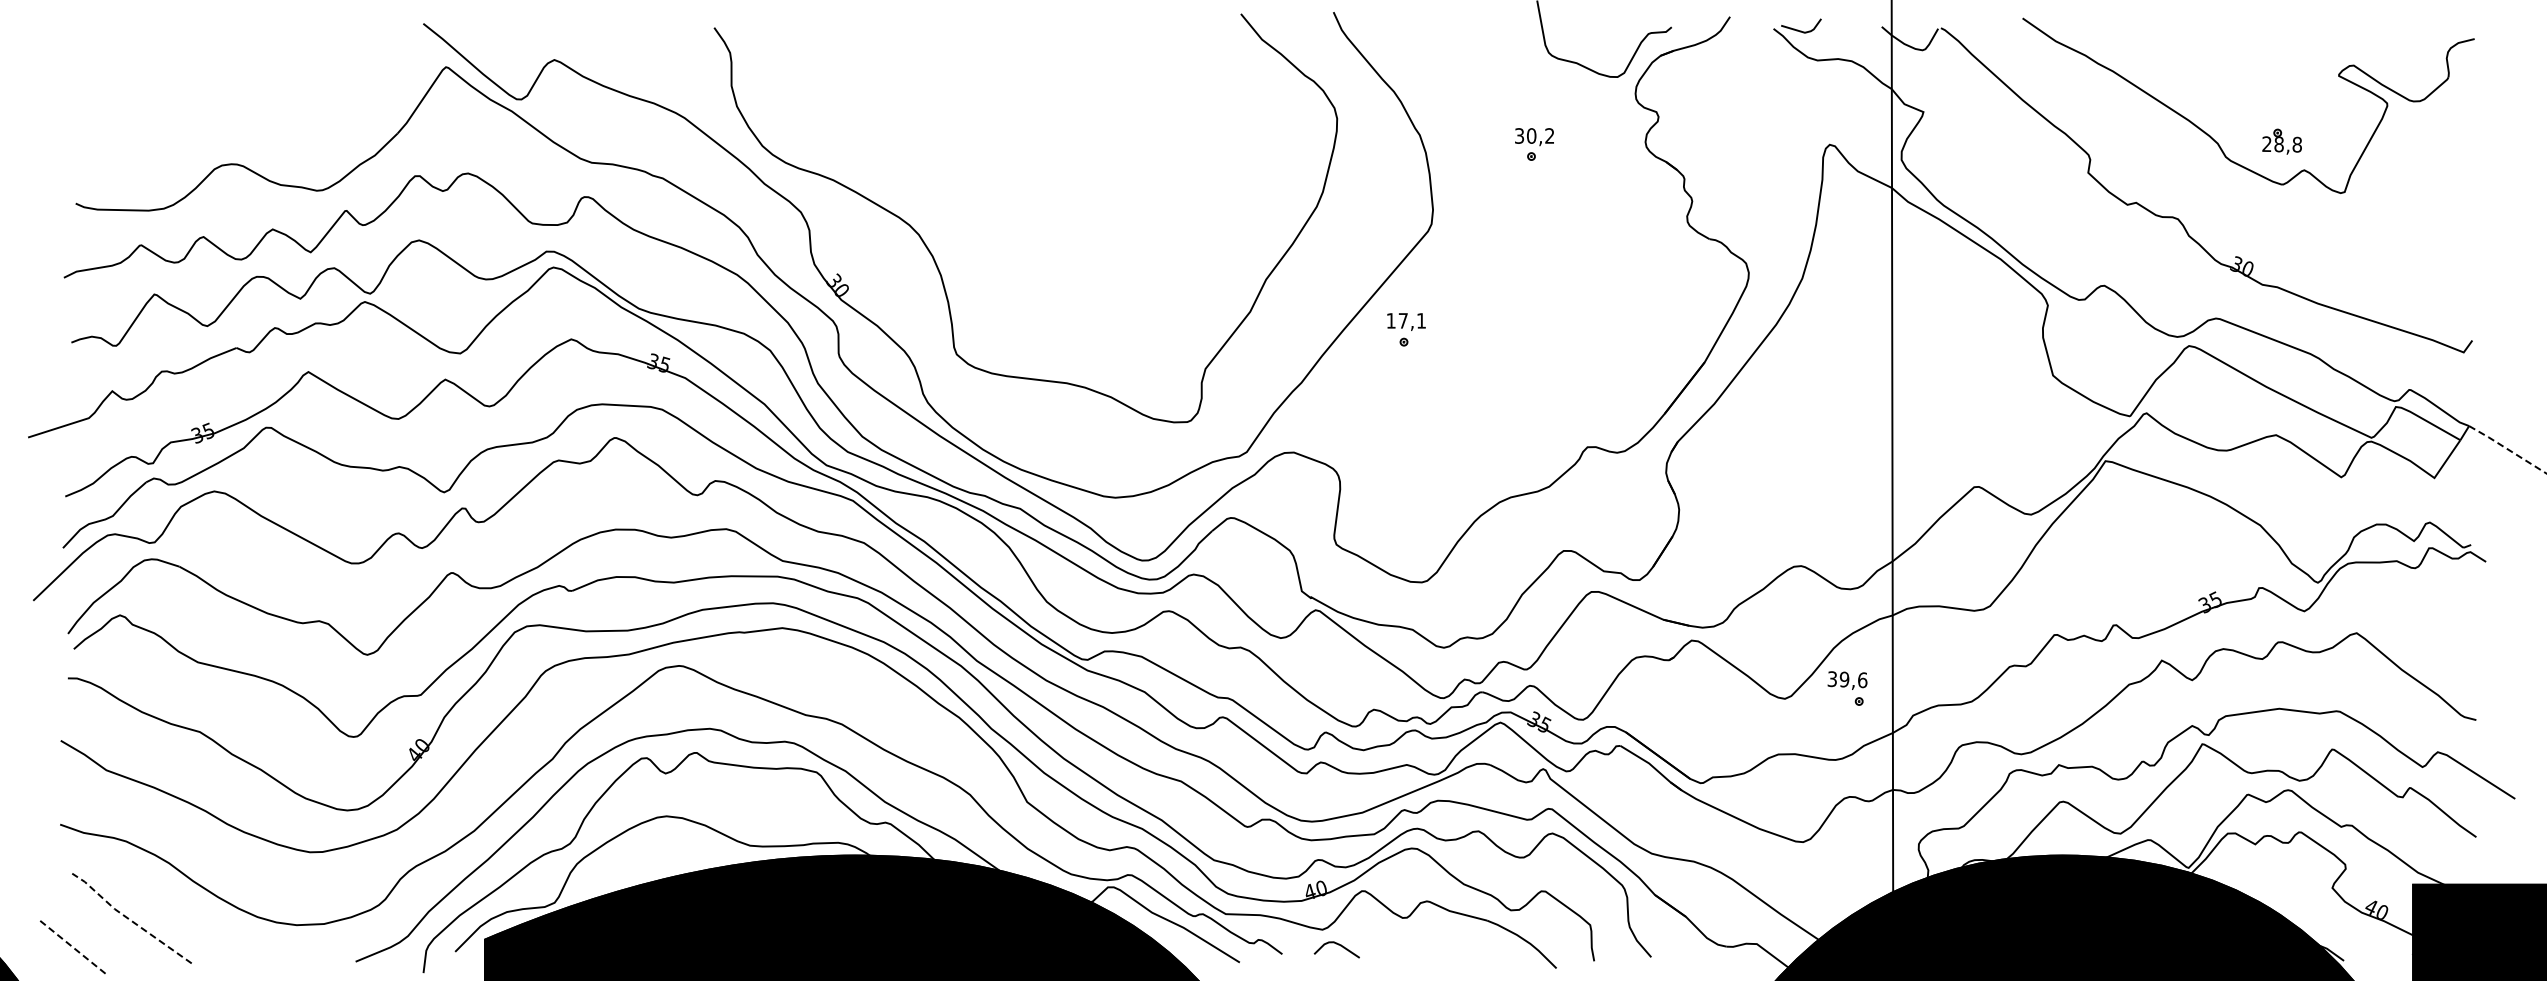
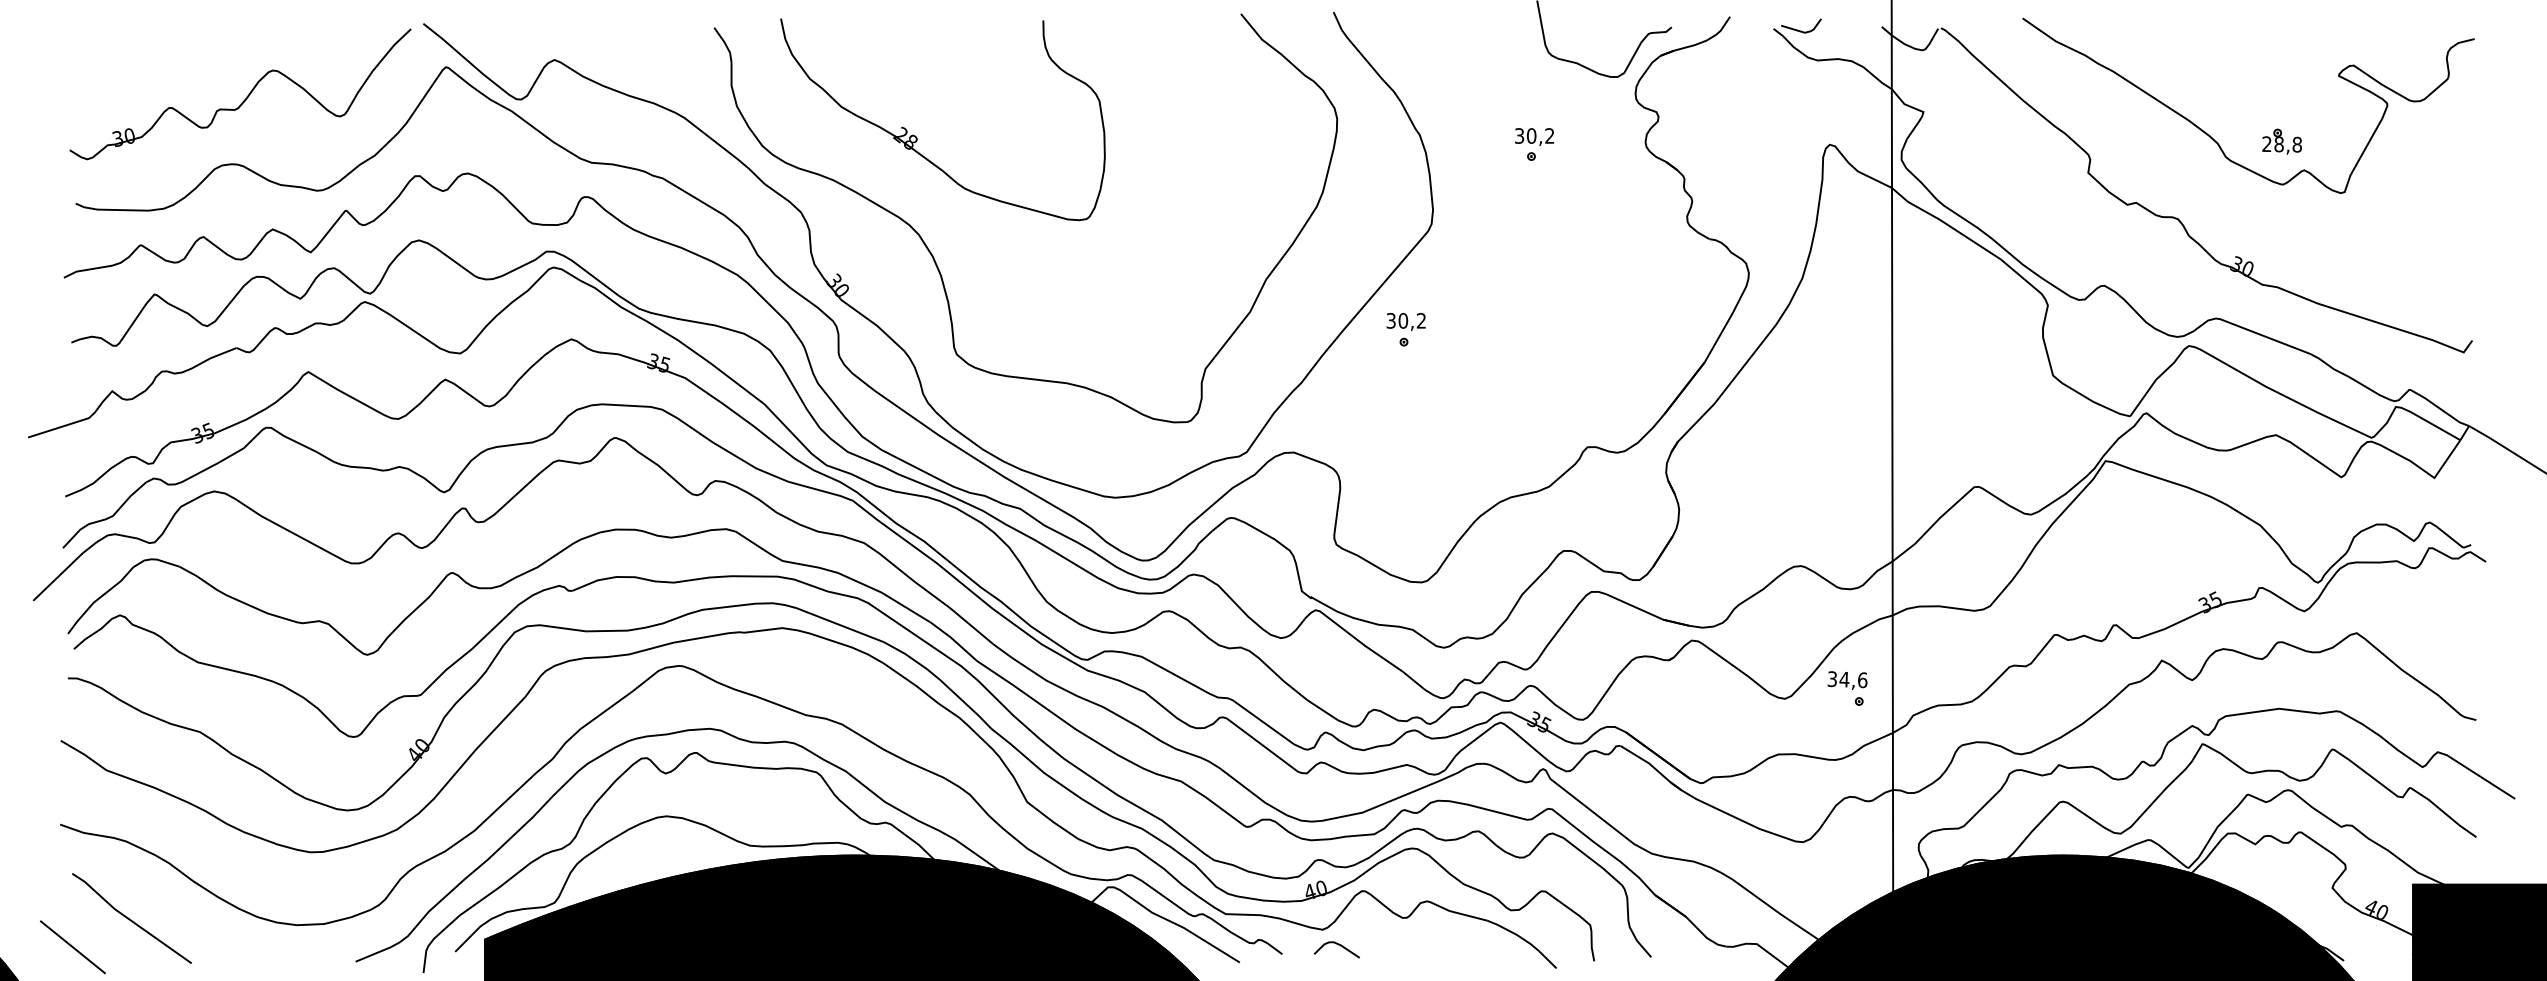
part at (246, 96): none -> present
part at (917, 137): none -> present
text at (1405, 320): 17,1 -> 30,2
line at (2507, 449): dashed -> solid
text at (1844, 679): 39,6 -> 34,6
line at (129, 919): dashed -> solid
line at (73, 947): dashed -> solid
